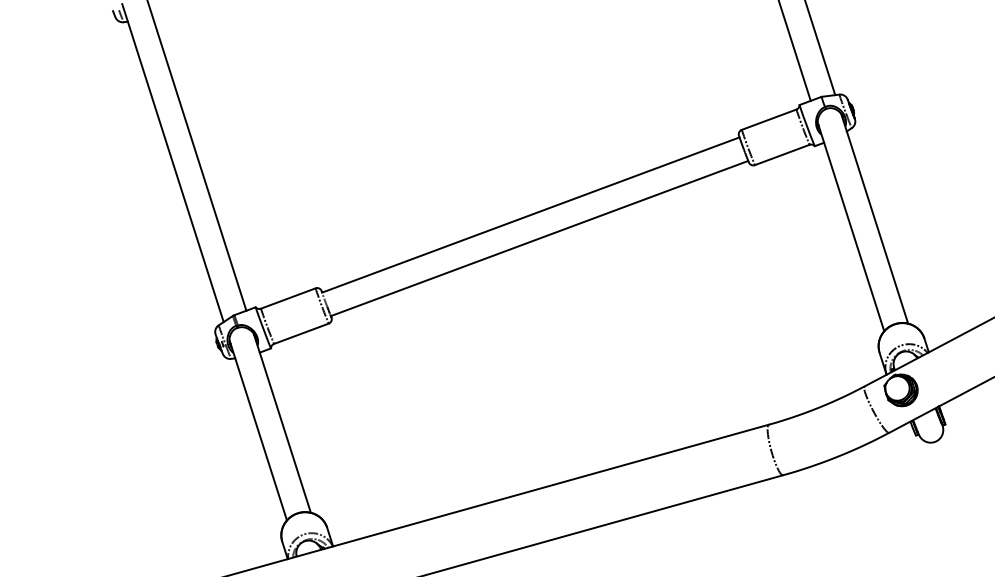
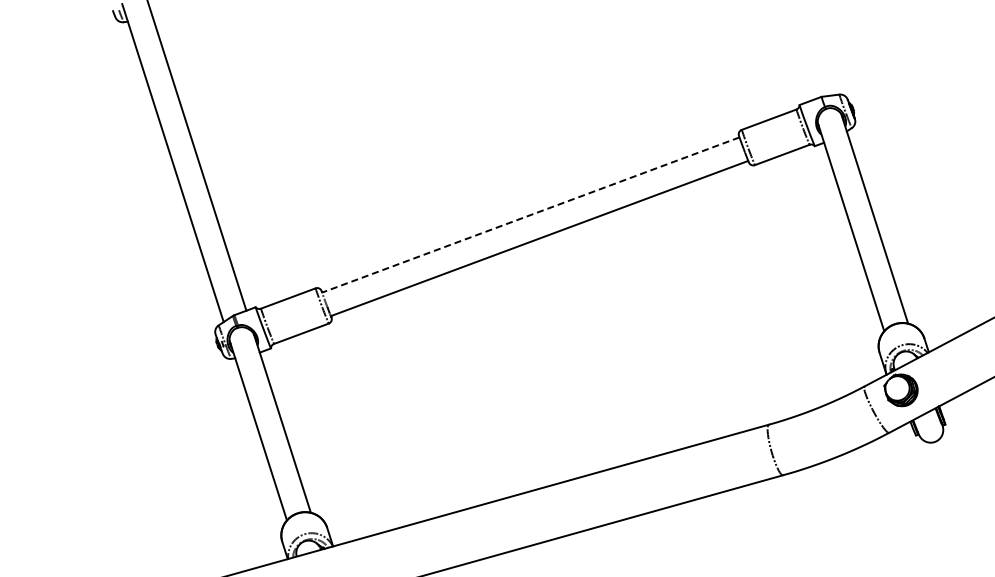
line at (820, 48): present -> none
line at (794, 51): present -> none
line at (530, 215): solid -> dashed
